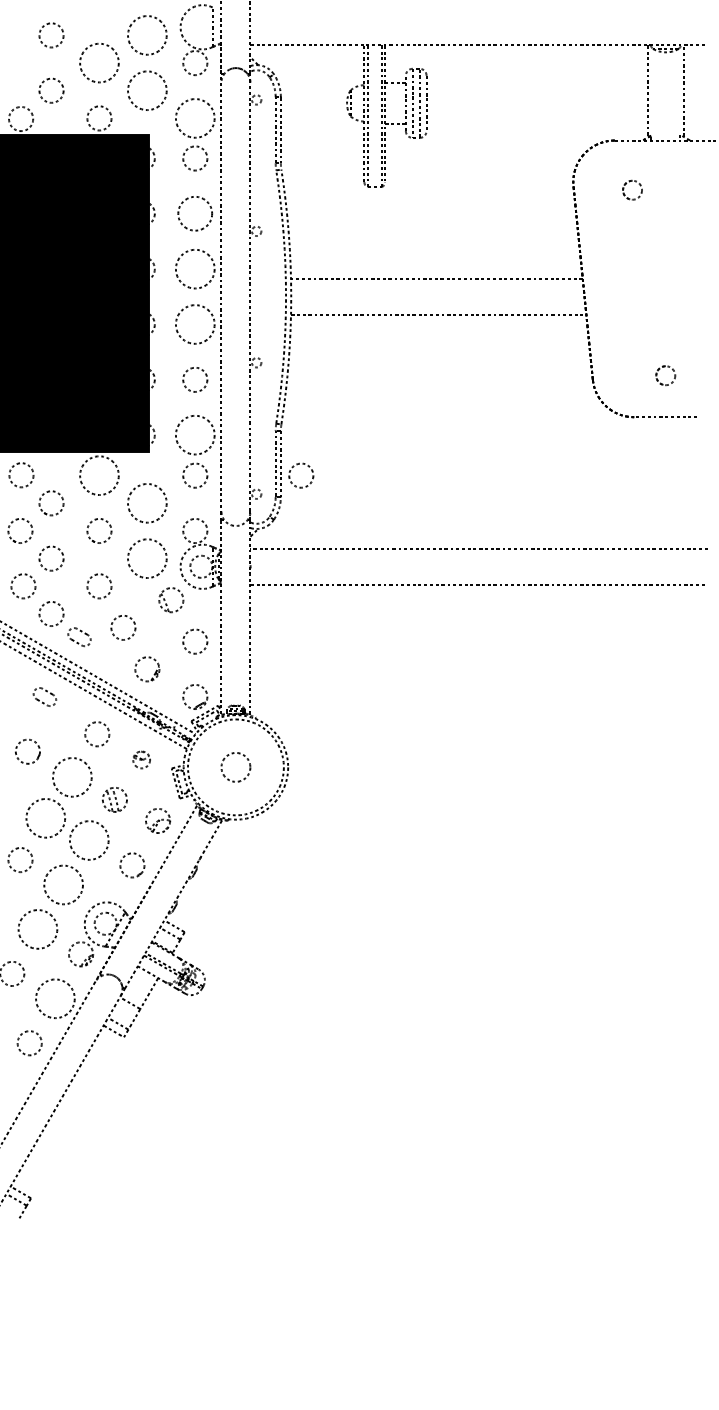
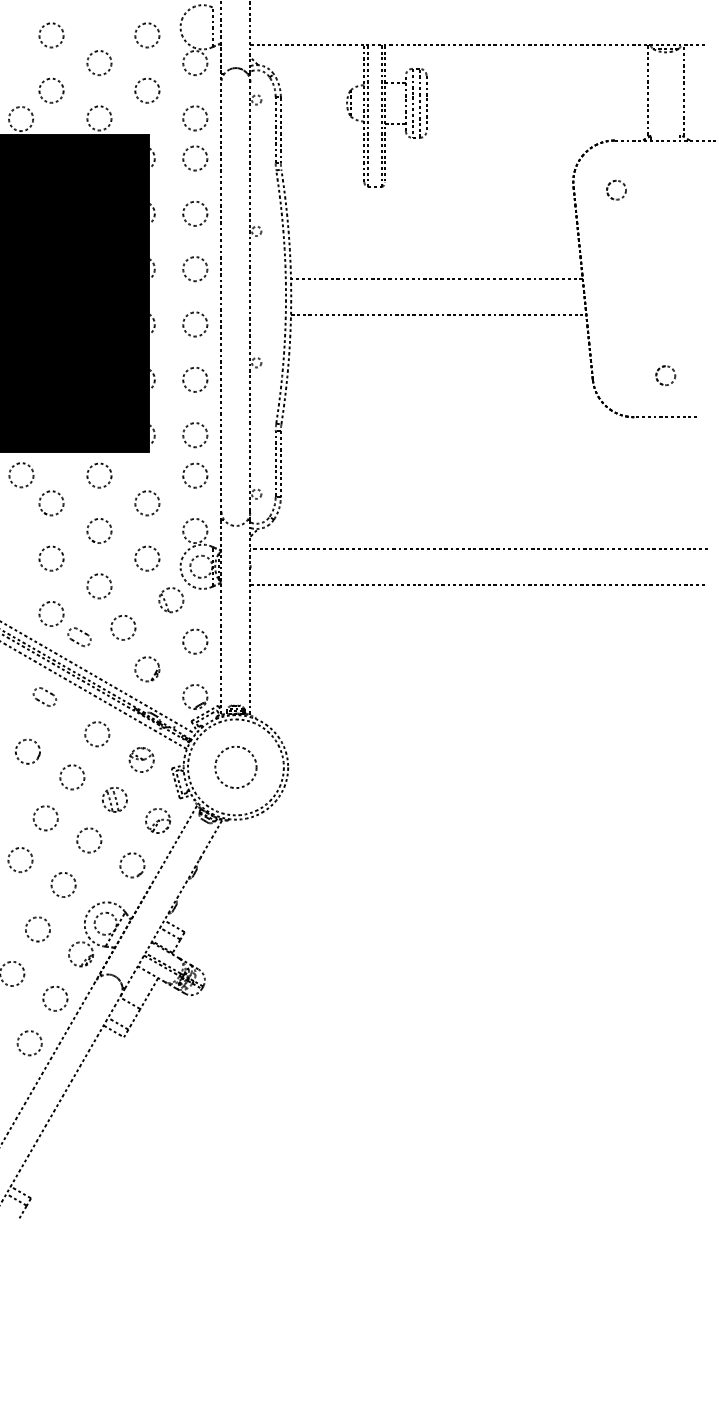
circle at (147, 35) diameter: 39 px -> 24 px
circle at (99, 62) diameter: 39 px -> 24 px
circle at (147, 90) diameter: 39 px -> 24 px
circle at (194, 118) diameter: 39 px -> 24 px
circle at (632, 189) position: (632, 189) -> (616, 189)
circle at (195, 213) size: 37x36 px -> 27x26 px
circle at (194, 268) diameter: 39 px -> 24 px
circle at (194, 324) diameter: 39 px -> 24 px
circle at (194, 434) diameter: 39 px -> 24 px
circle at (99, 475) diameter: 39 px -> 24 px
circle at (301, 475): present -> none
circle at (147, 502) diameter: 39 px -> 24 px
circle at (20, 530): present -> none
circle at (147, 558) diameter: 39 px -> 24 px
circle at (23, 586): present -> none
part at (141, 759) size: 19x20 px -> 27x26 px
circle at (235, 766) diameter: 29 px -> 41 px
circle at (72, 777) diameter: 39 px -> 24 px
circle at (45, 817) diameter: 39 px -> 24 px
circle at (88, 840) diameter: 39 px -> 24 px
circle at (63, 884) diameter: 39 px -> 24 px
circle at (37, 929) diameter: 39 px -> 24 px
circle at (55, 998) diameter: 39 px -> 24 px
